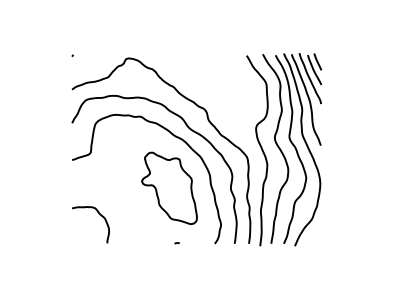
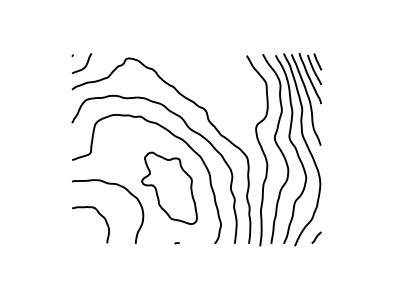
curve at (85, 64): none -> present
curve at (108, 184): none -> present
line at (316, 237): none -> present
